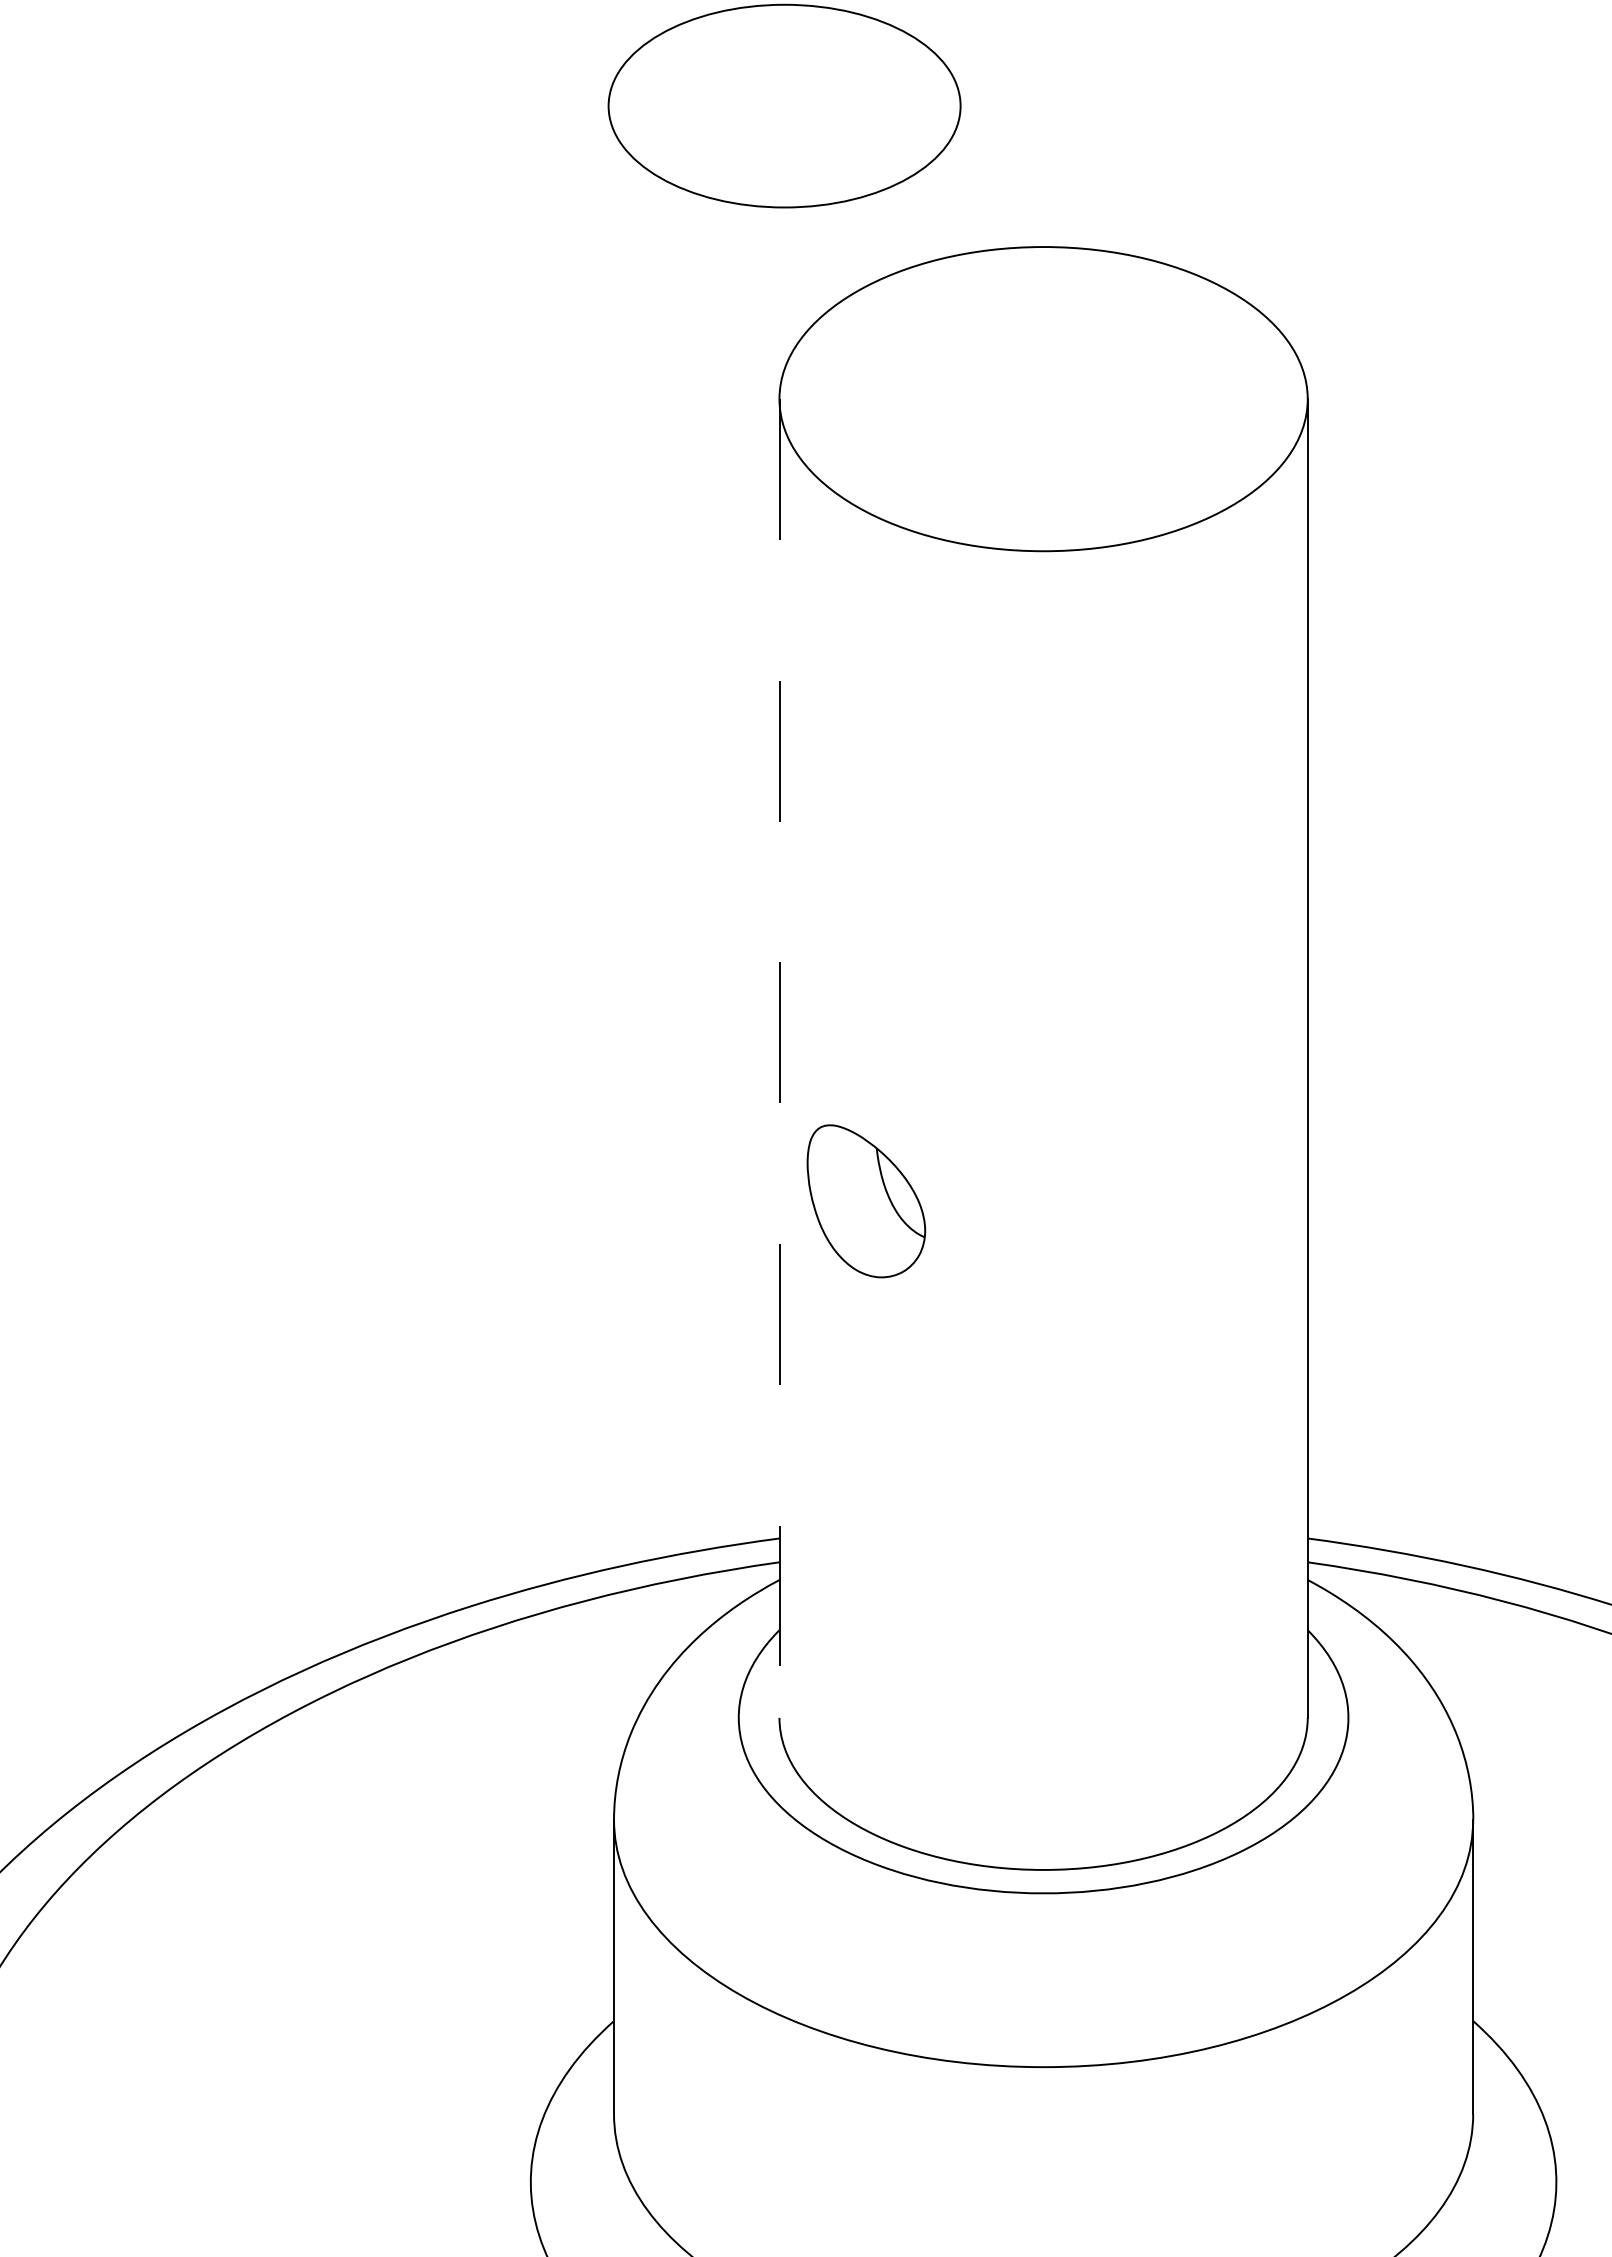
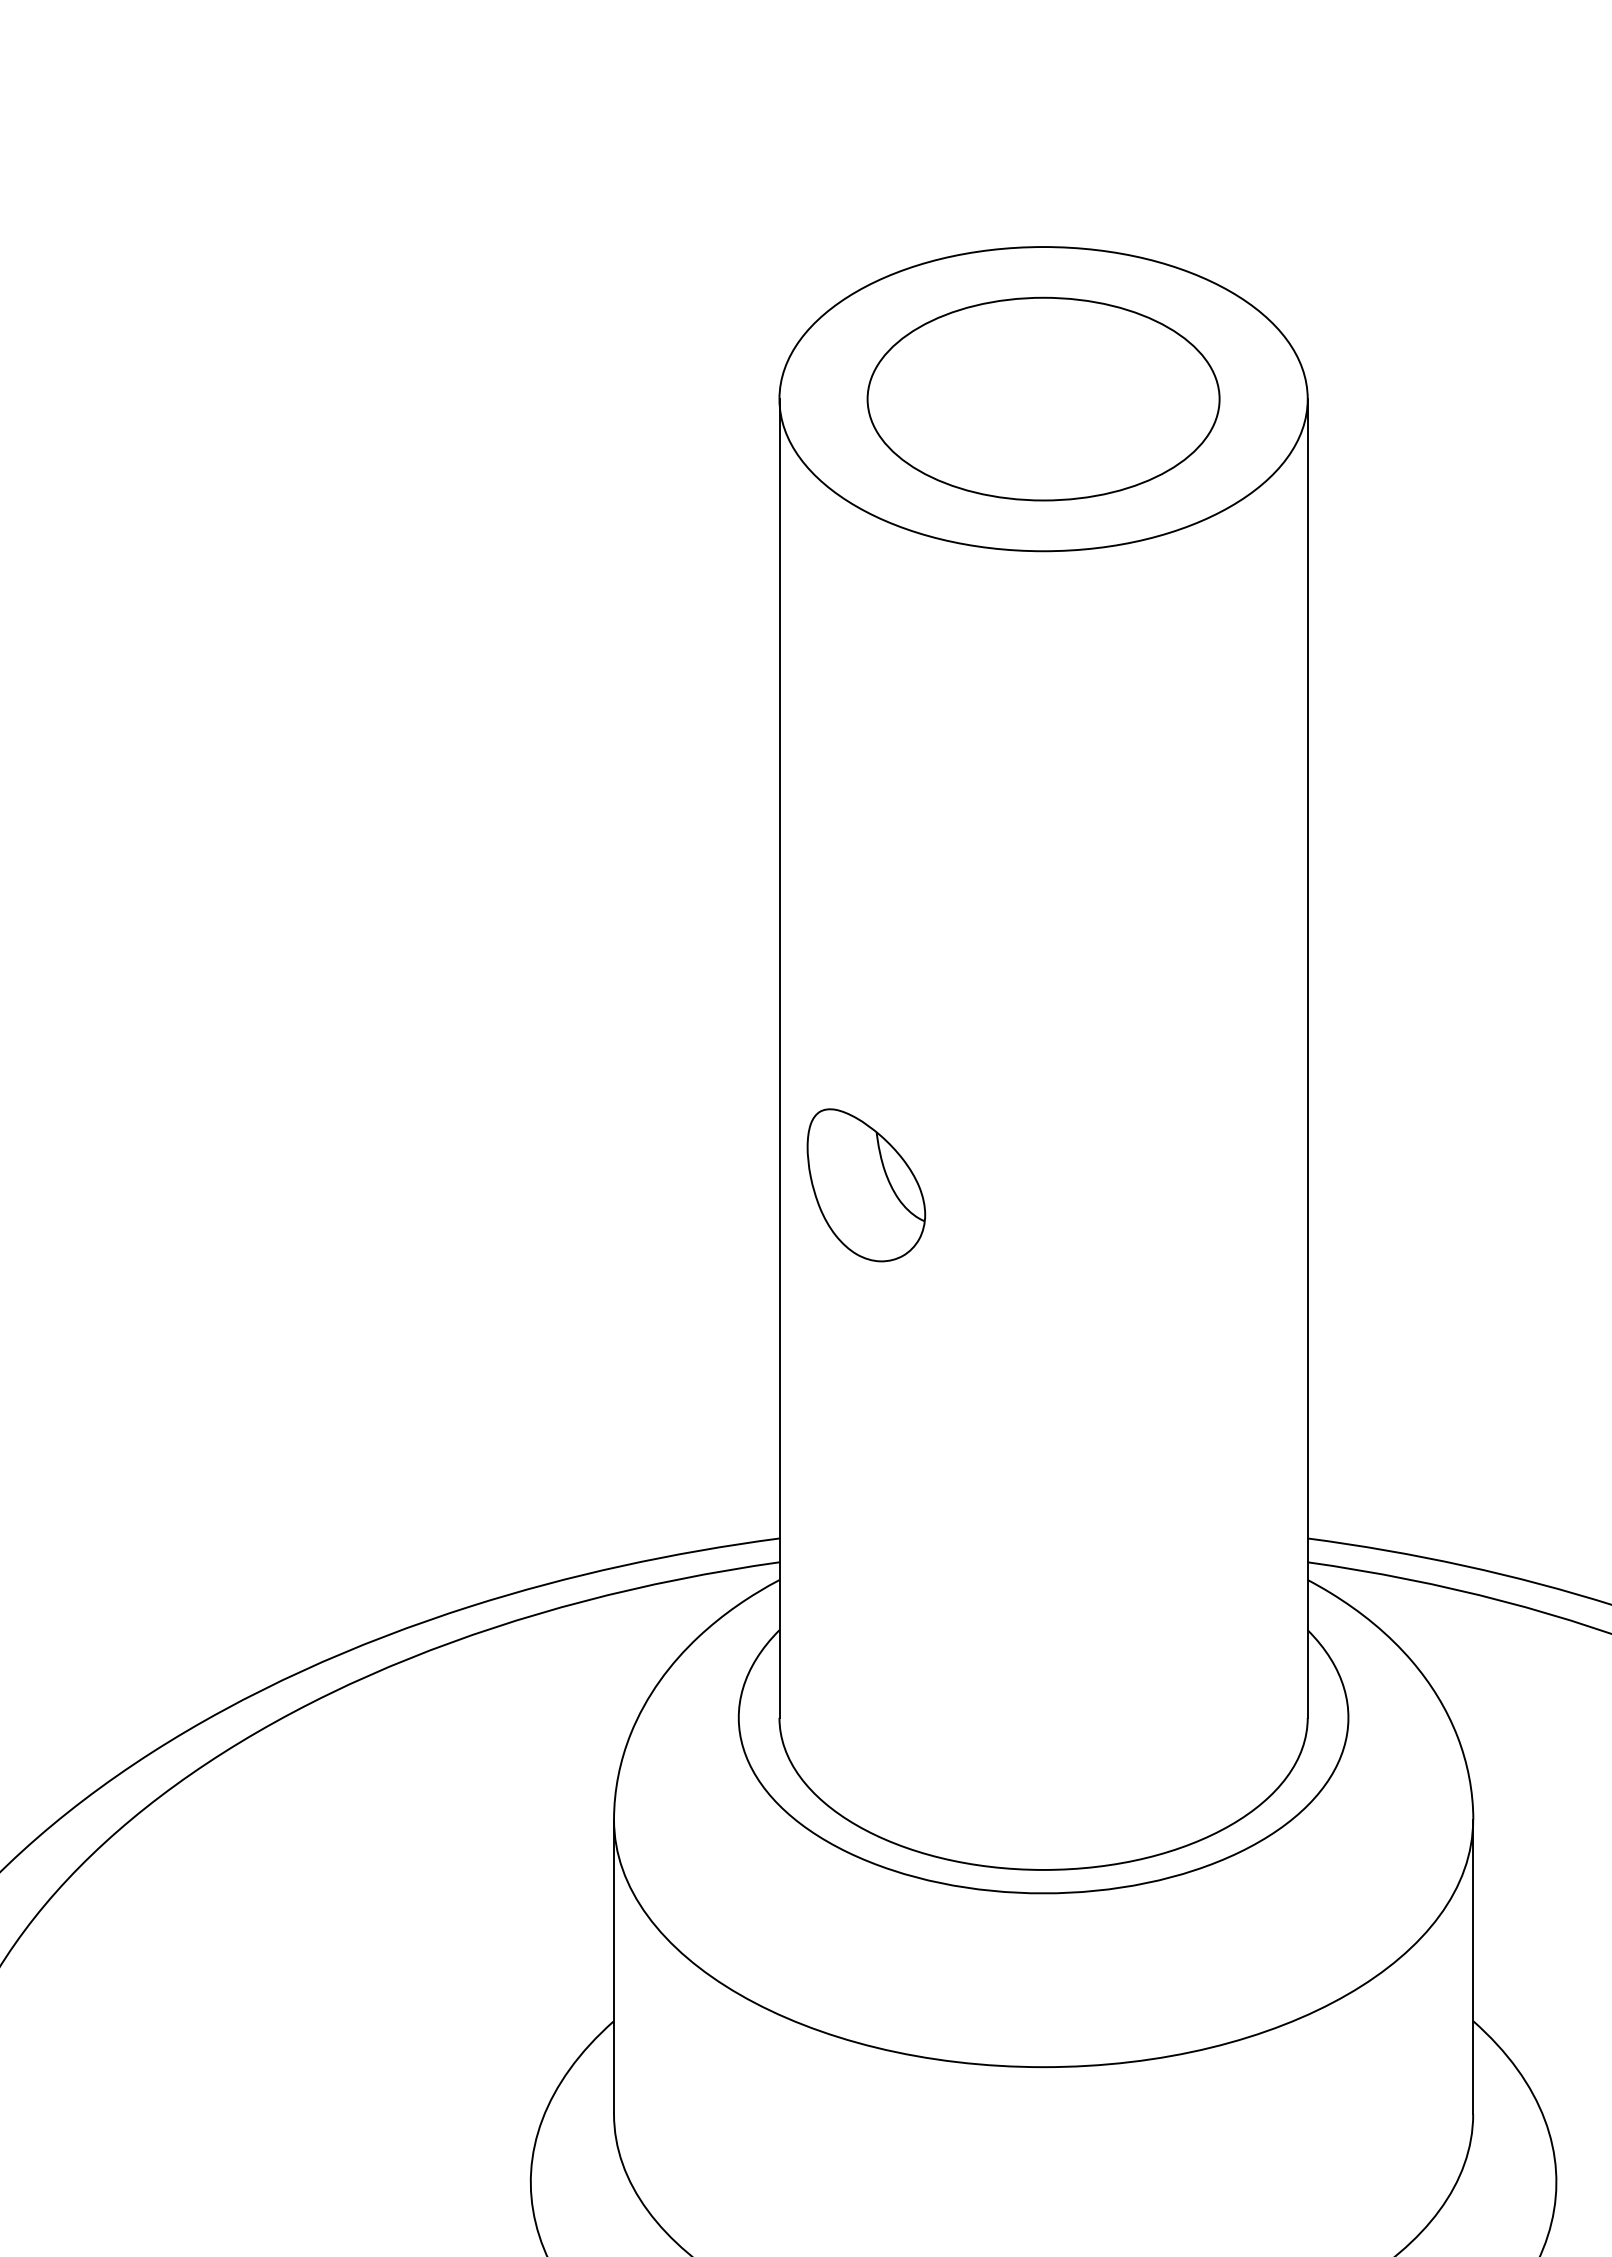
part at (784, 105) position: (784, 105) -> (1043, 398)
line at (779, 1059): dashed -> solid
part at (866, 1201) position: (866, 1201) -> (866, 1185)
